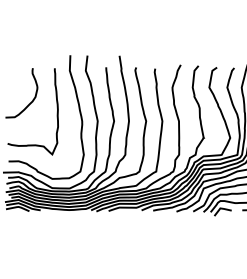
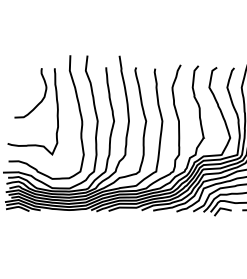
curve at (32, 99) position: (32, 99) -> (41, 99)
